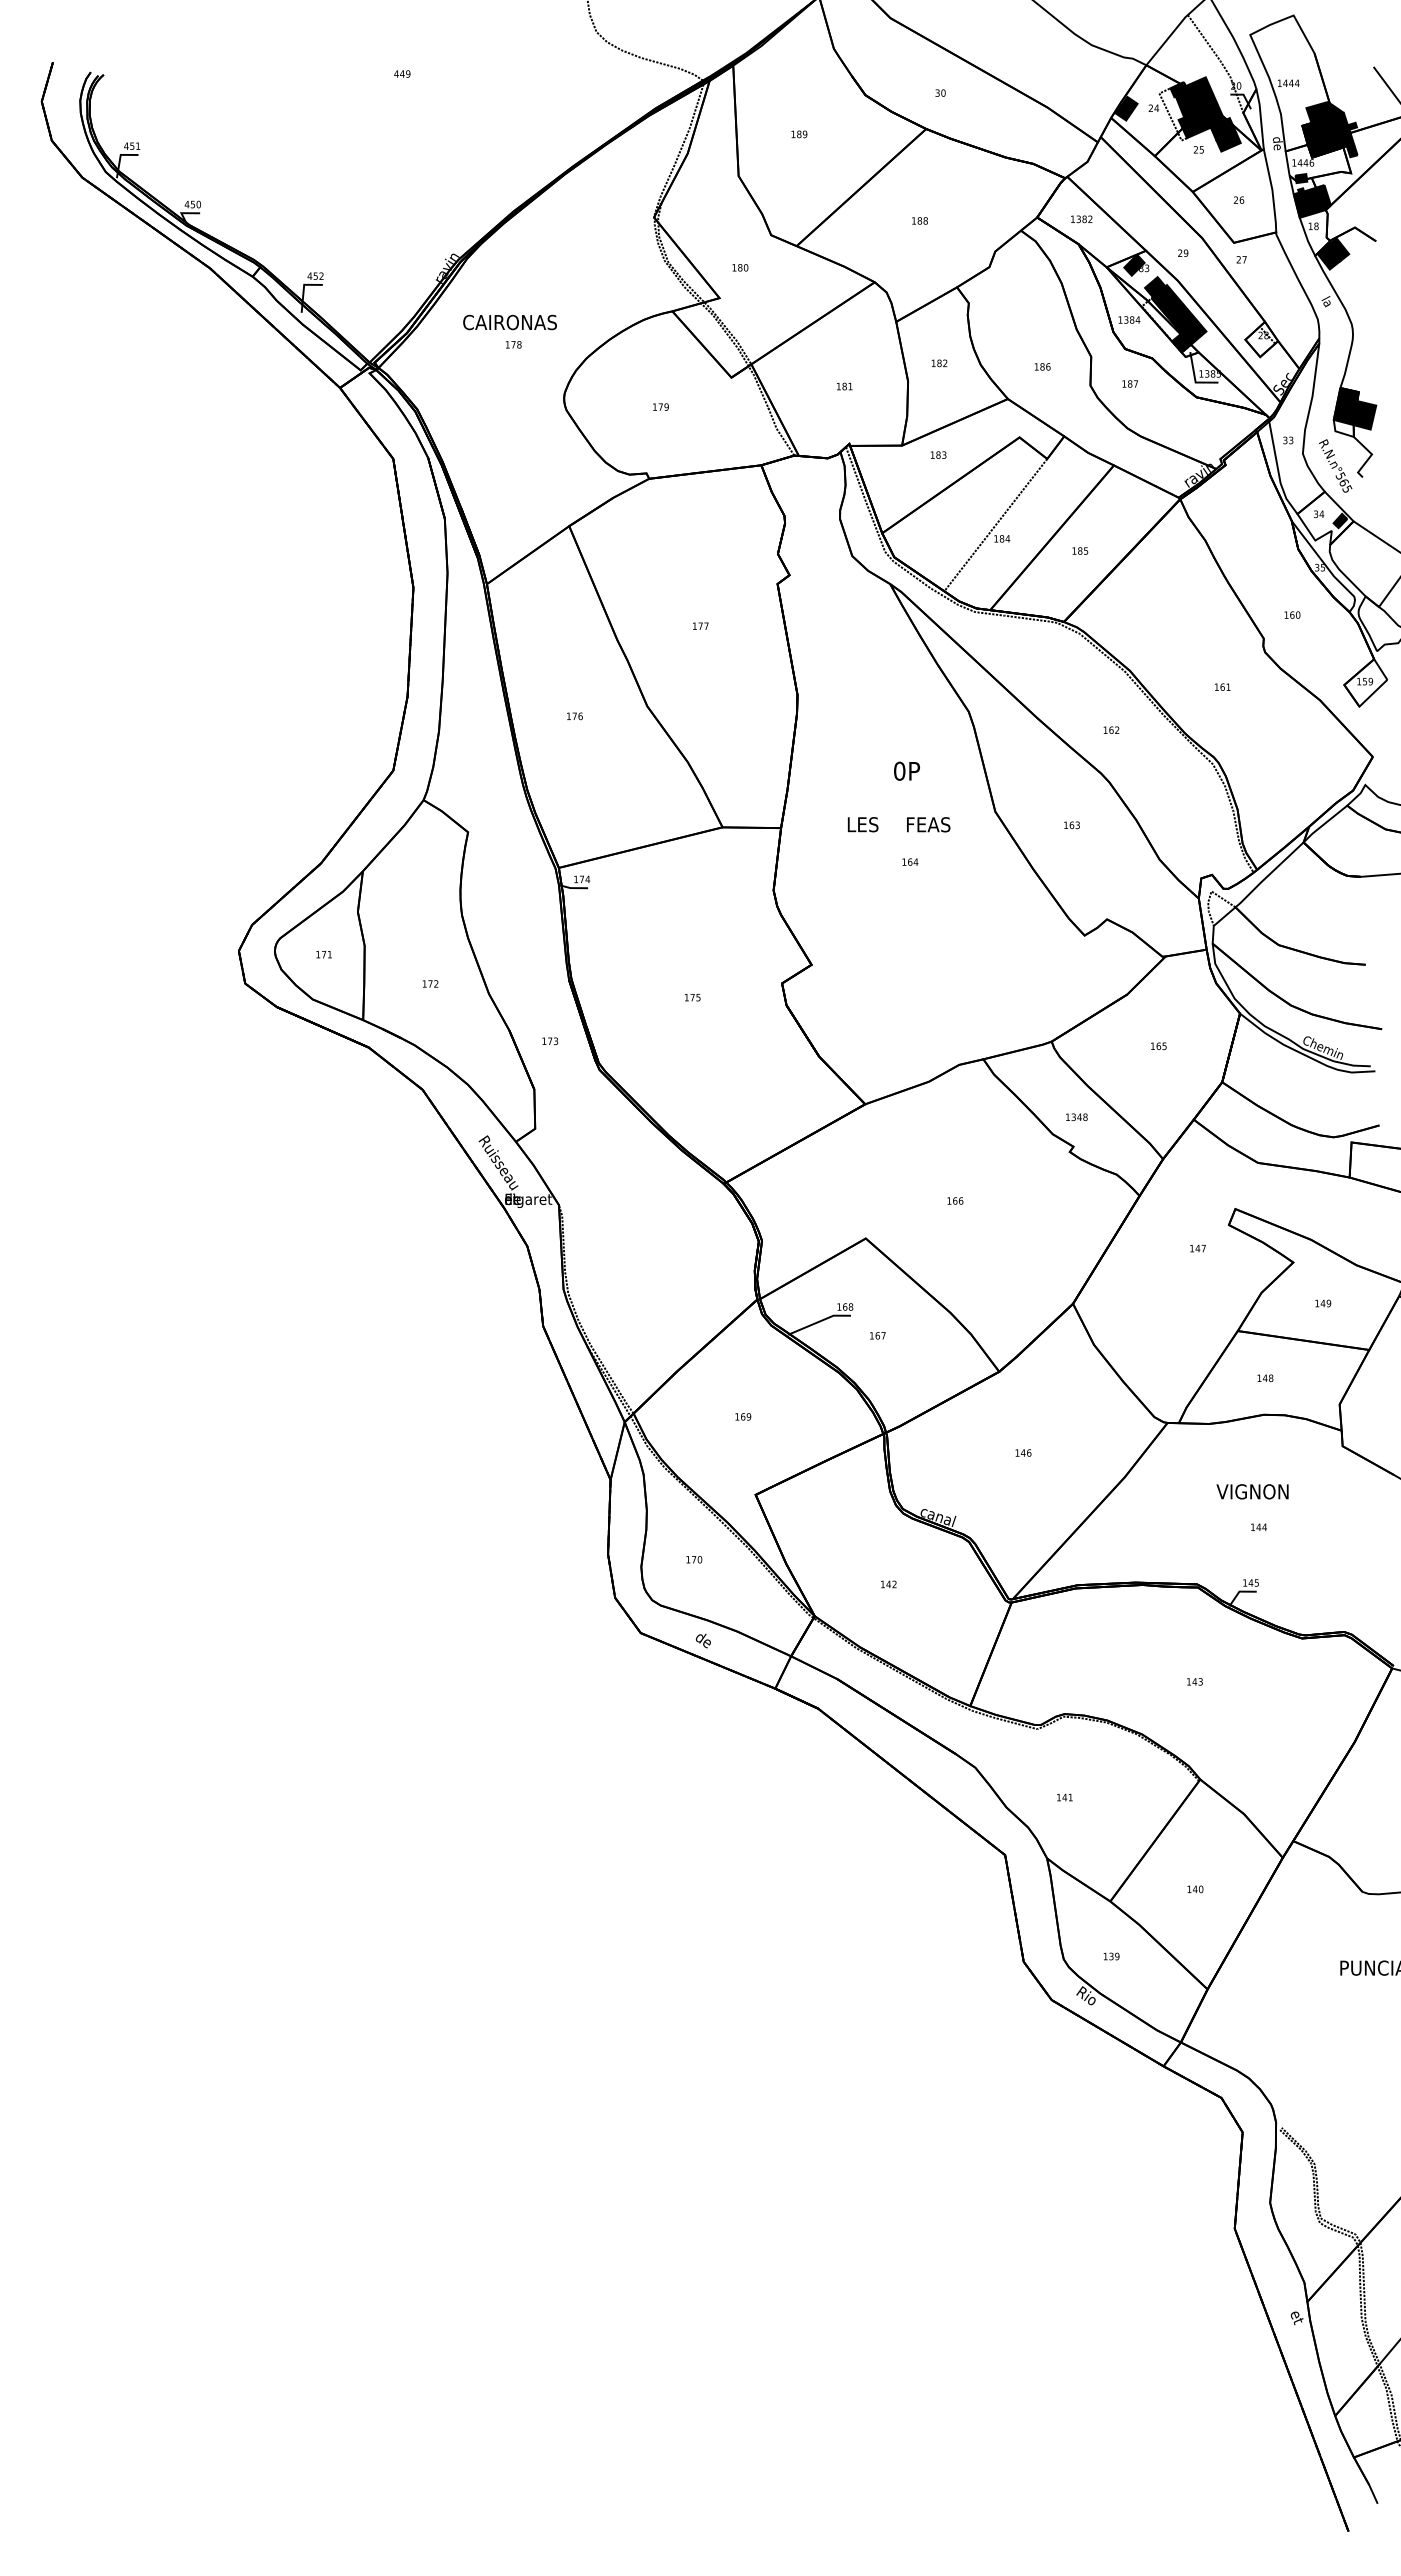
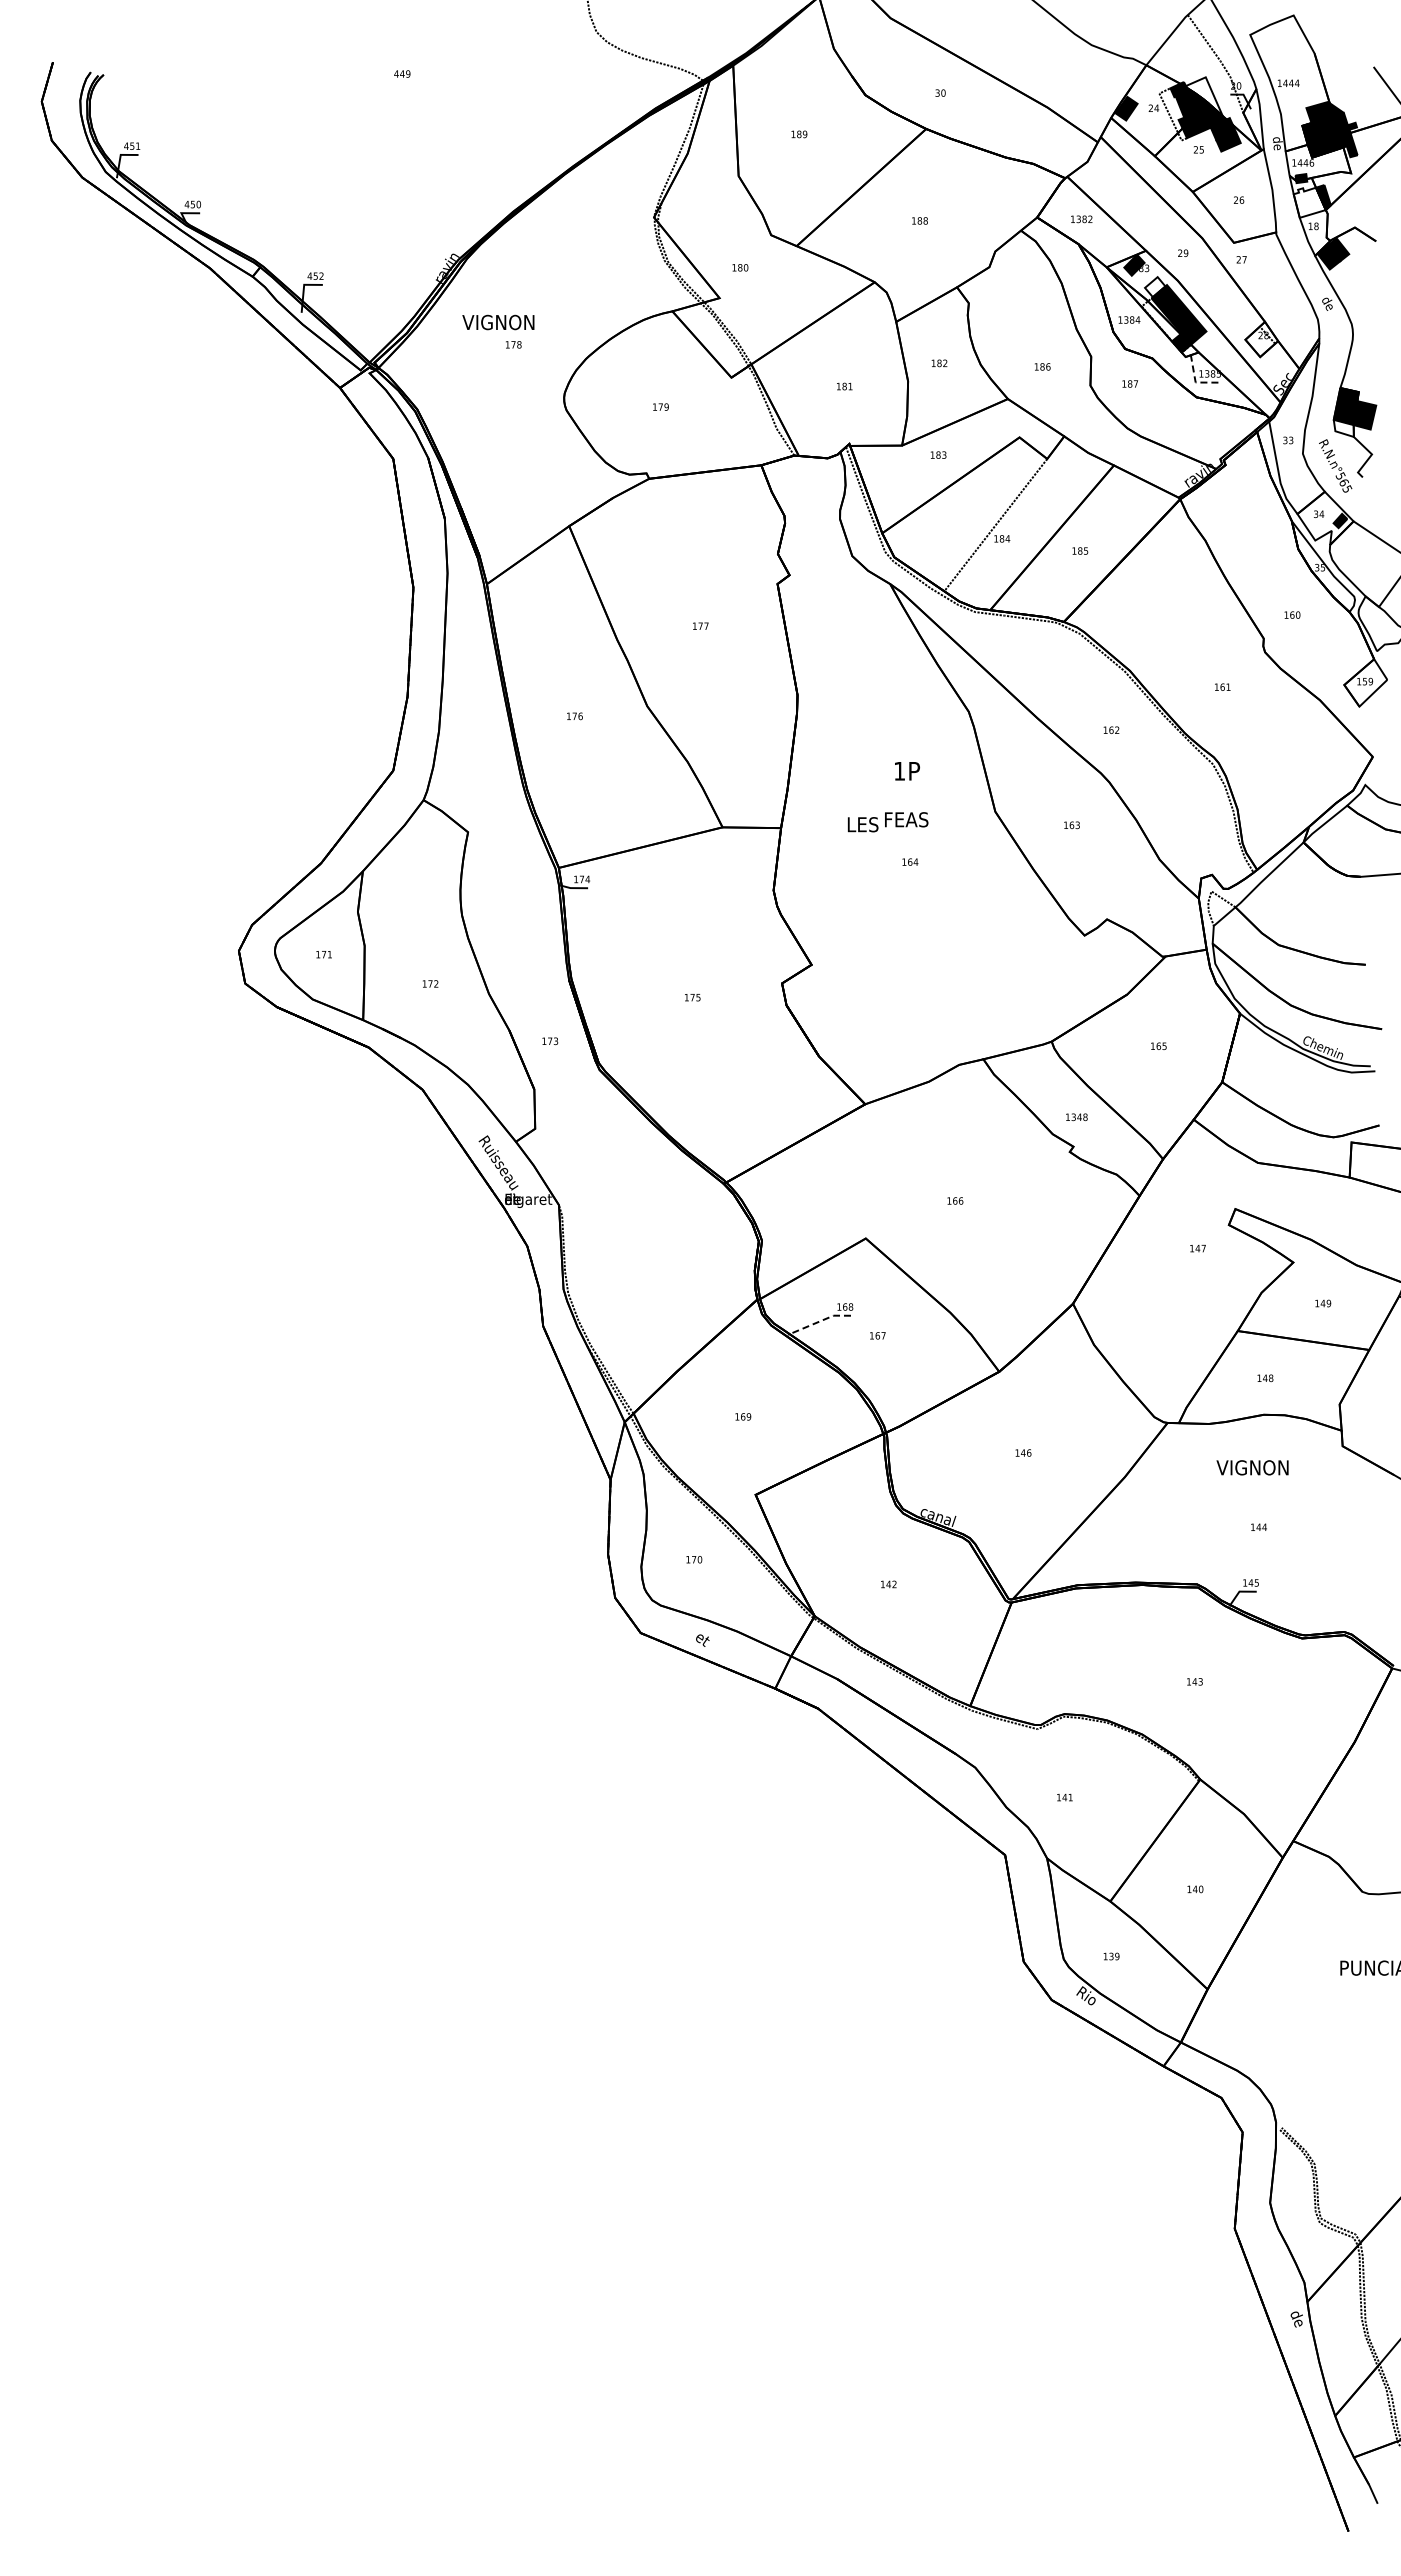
fill at (1203, 96): present -> none
fill at (1309, 202): present -> none
fill at (1155, 287): present -> none
text at (1326, 303): la -> de
text at (509, 322): CAIRONAS -> VIGNON
line at (1194, 378): solid -> dashed
text at (899, 770): 0P -> 1P
text at (928, 824) position: (928, 824) -> (906, 819)
line at (819, 1321): solid -> dashed
text at (1252, 1491) position: (1252, 1491) -> (1252, 1467)
text at (702, 1640): de -> et
text at (1296, 2319): et -> de
